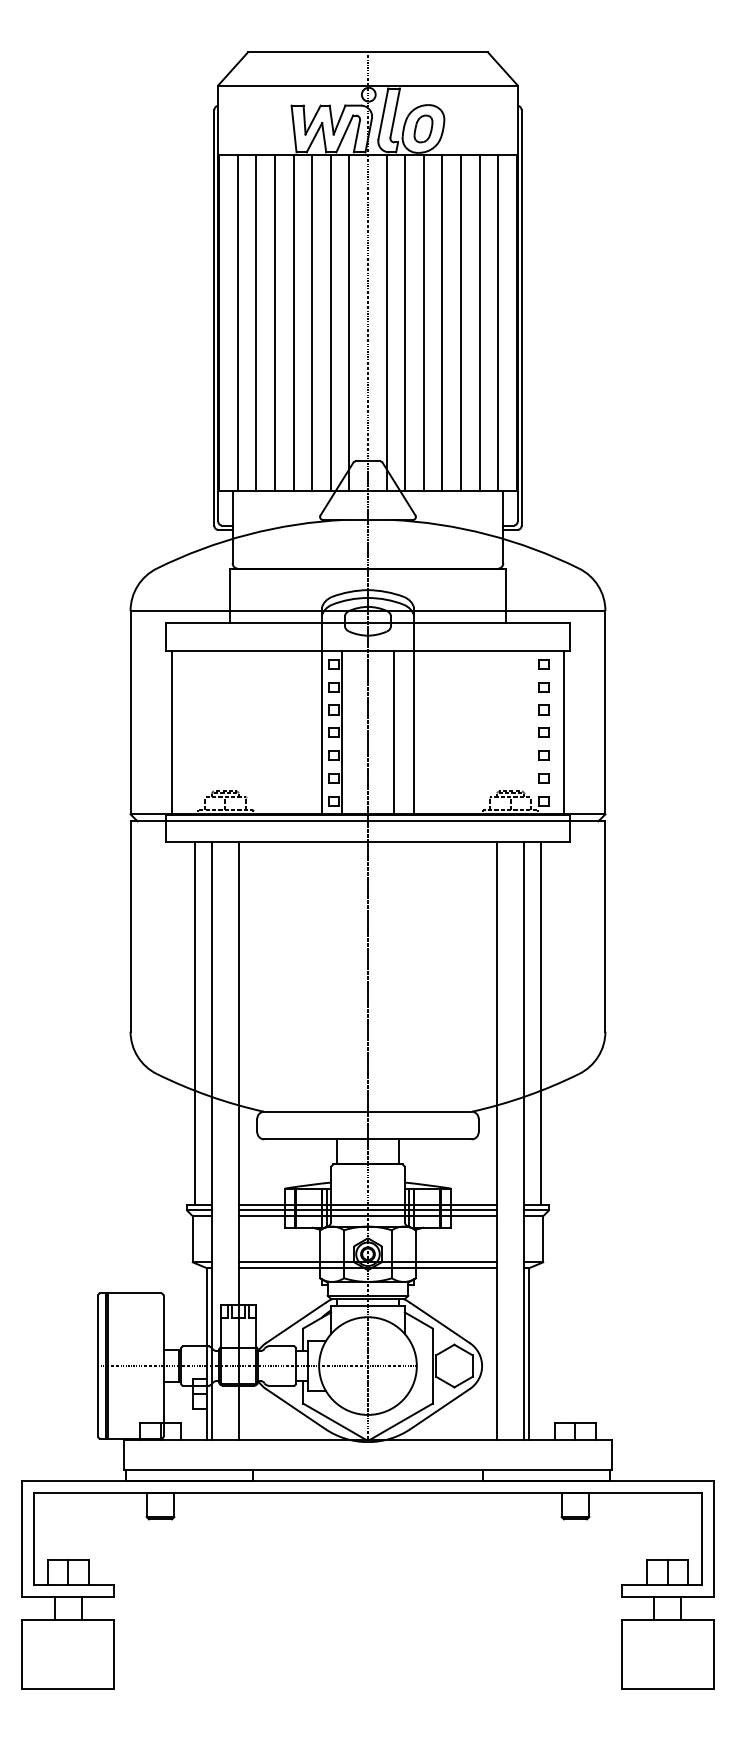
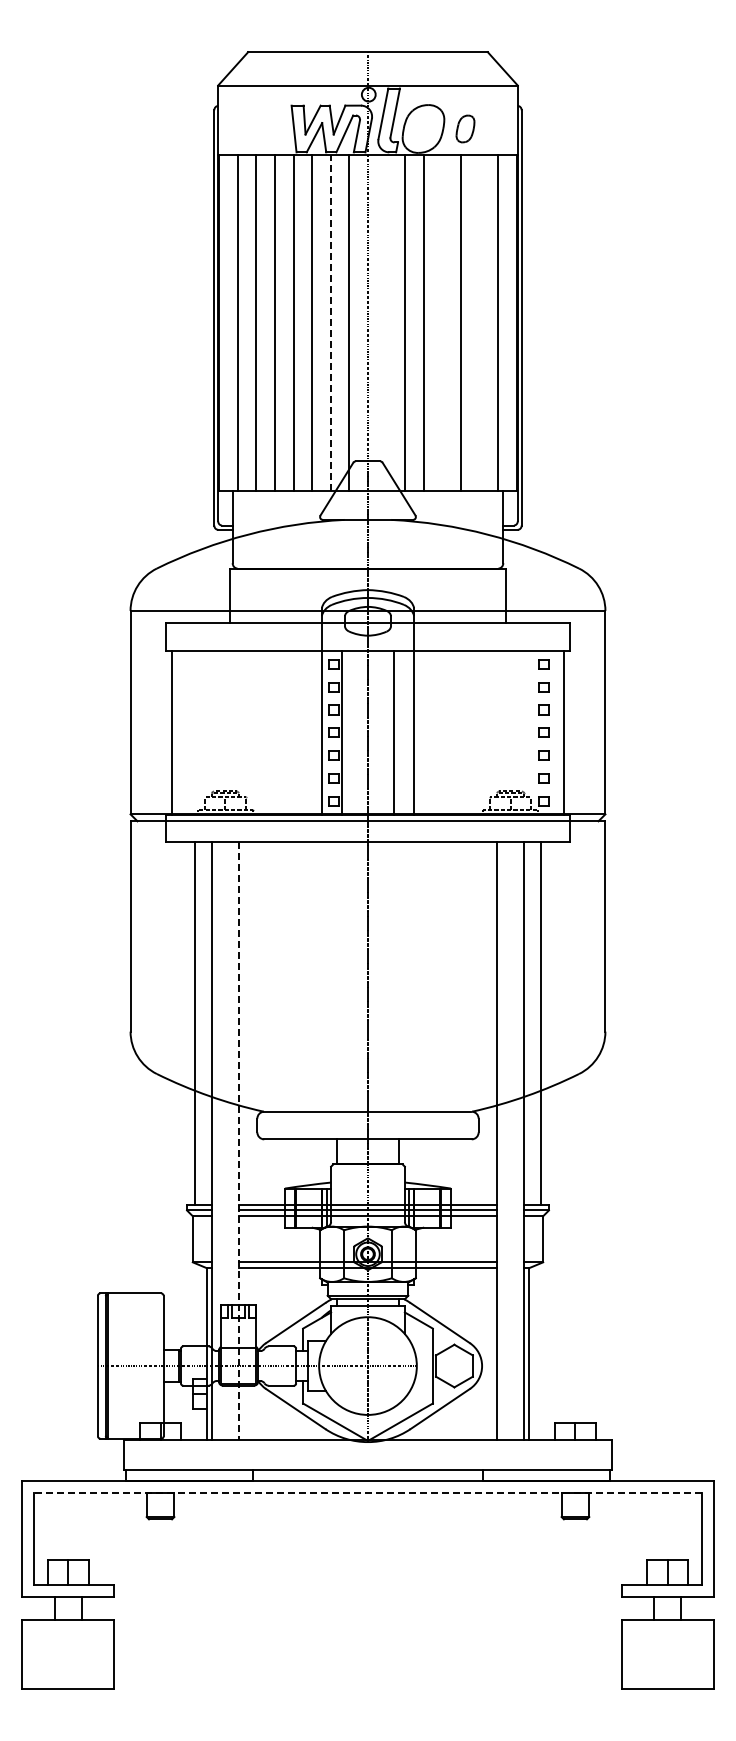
part at (423, 128) position: (423, 128) -> (465, 128)
line at (330, 323): solid -> dashed
line at (386, 323): present -> none
line at (442, 323): present -> none
line at (479, 323): present -> none
line at (239, 1141): solid -> dashed
line at (367, 1492): solid -> dashed
